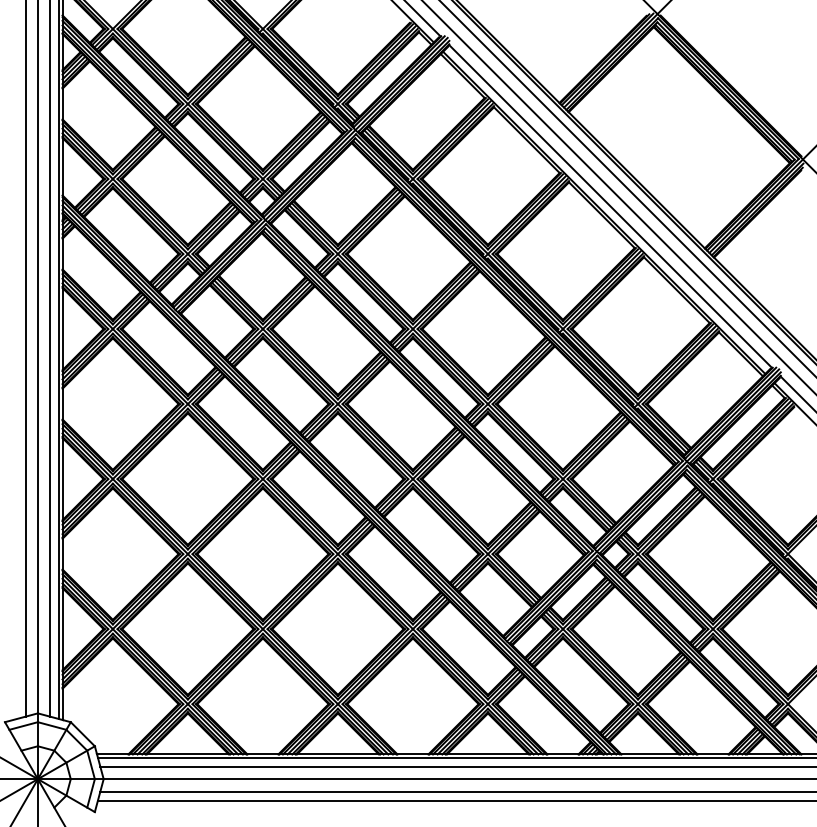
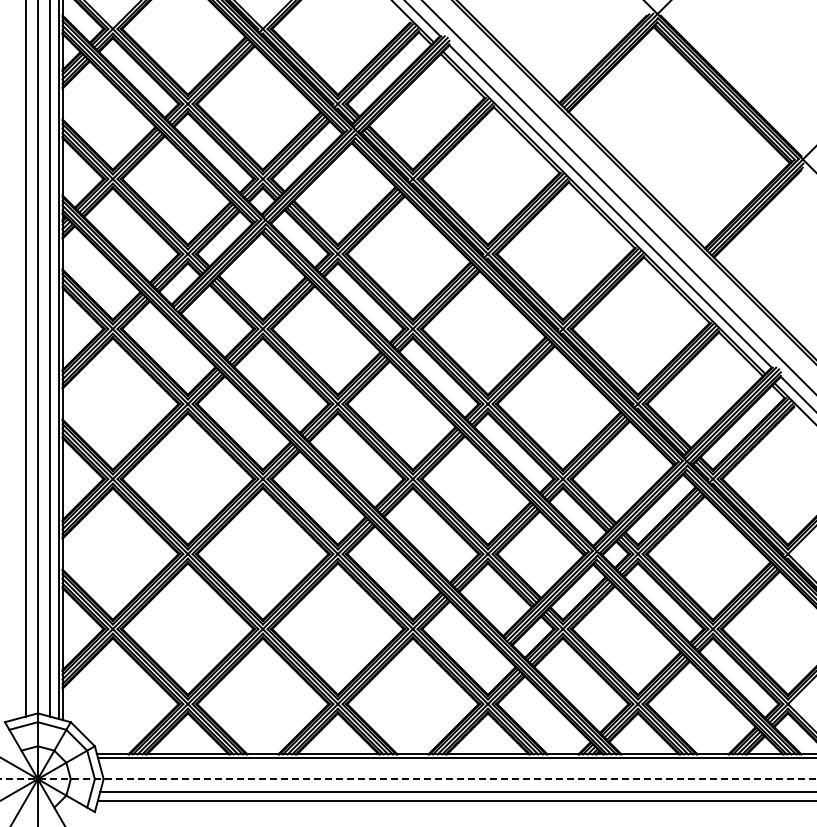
line at (627, 188): present -> none
line at (456, 766): present -> none
line at (408, 779): solid -> dashed
